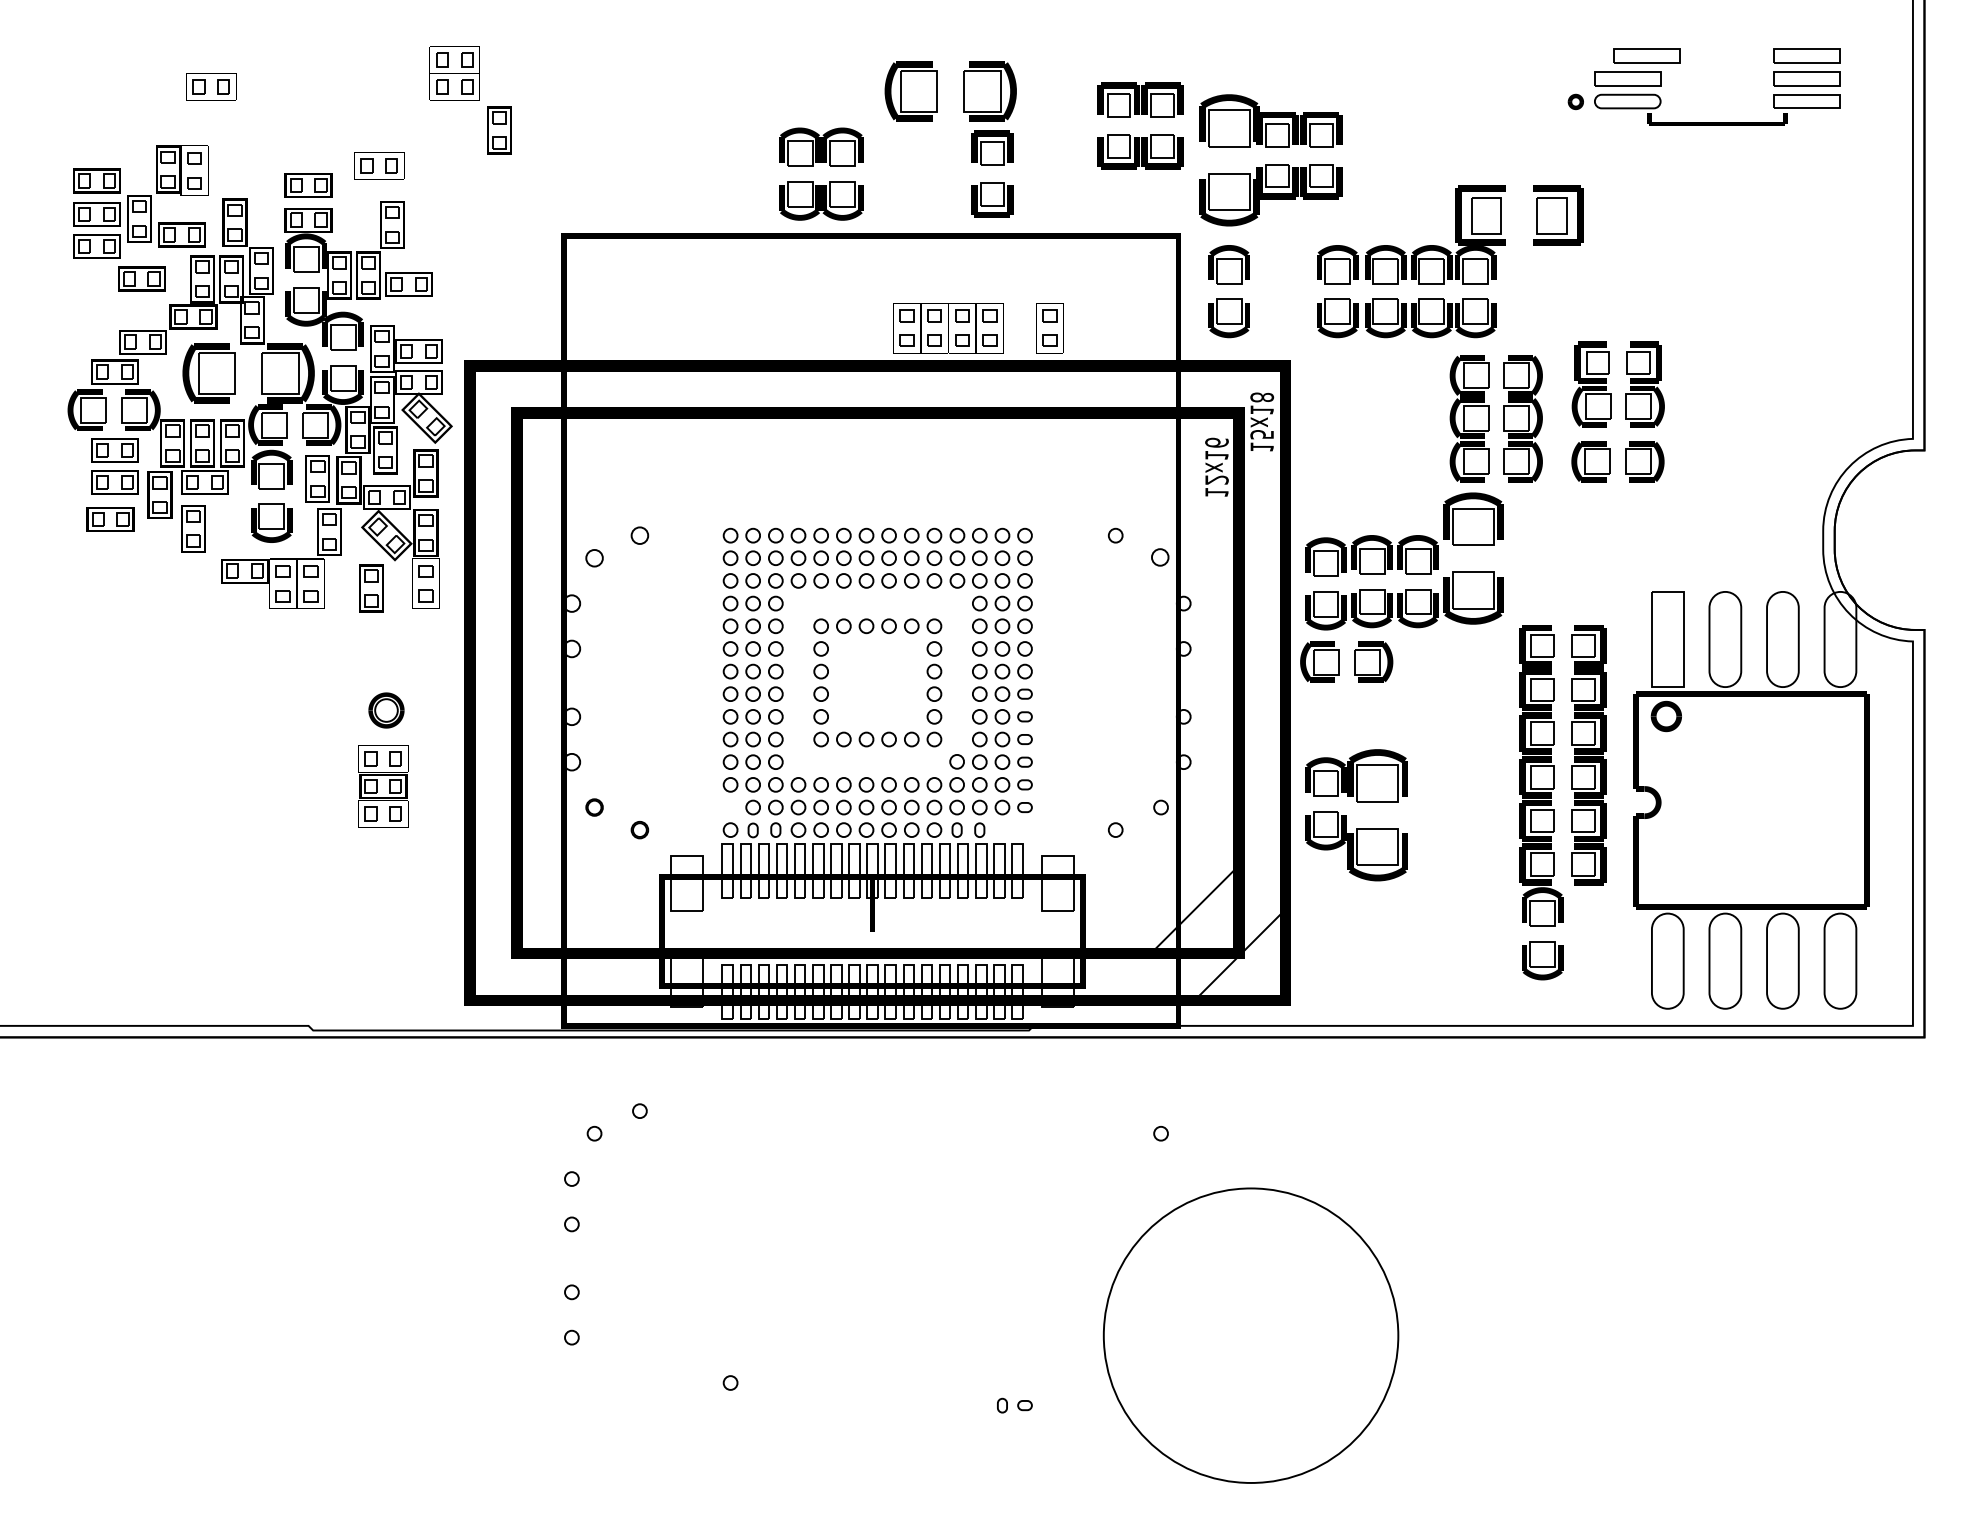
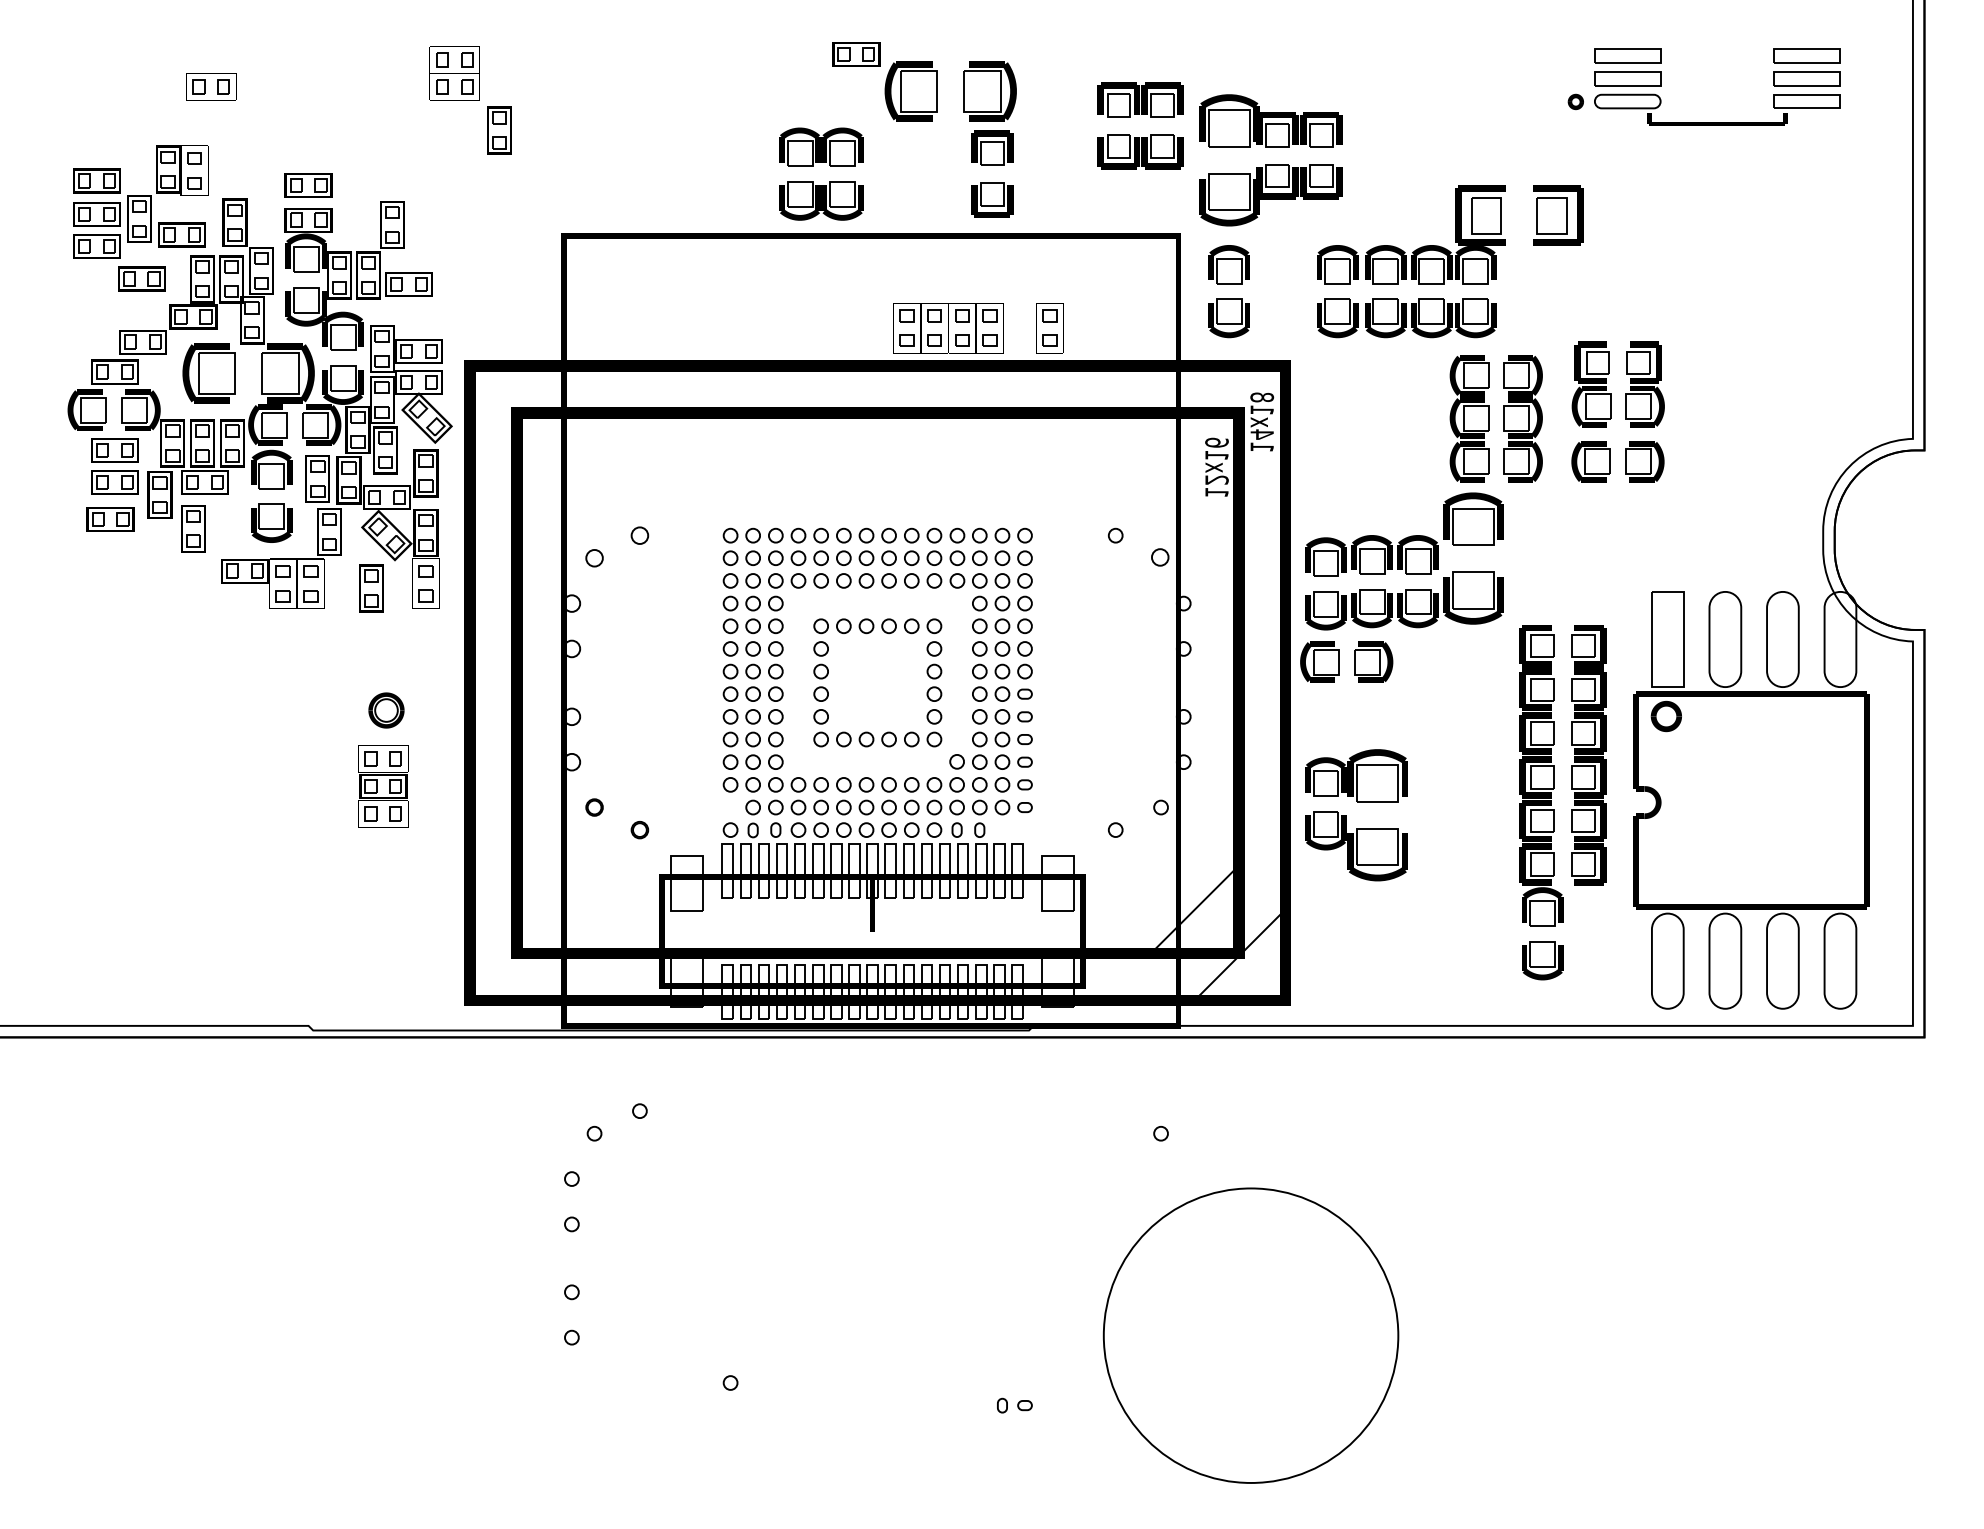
part at (856, 54): none -> present
part at (1646, 55) position: (1646, 55) -> (1627, 55)
part at (379, 165): present -> none
text at (1261, 434): 15x18 -> 14x18
